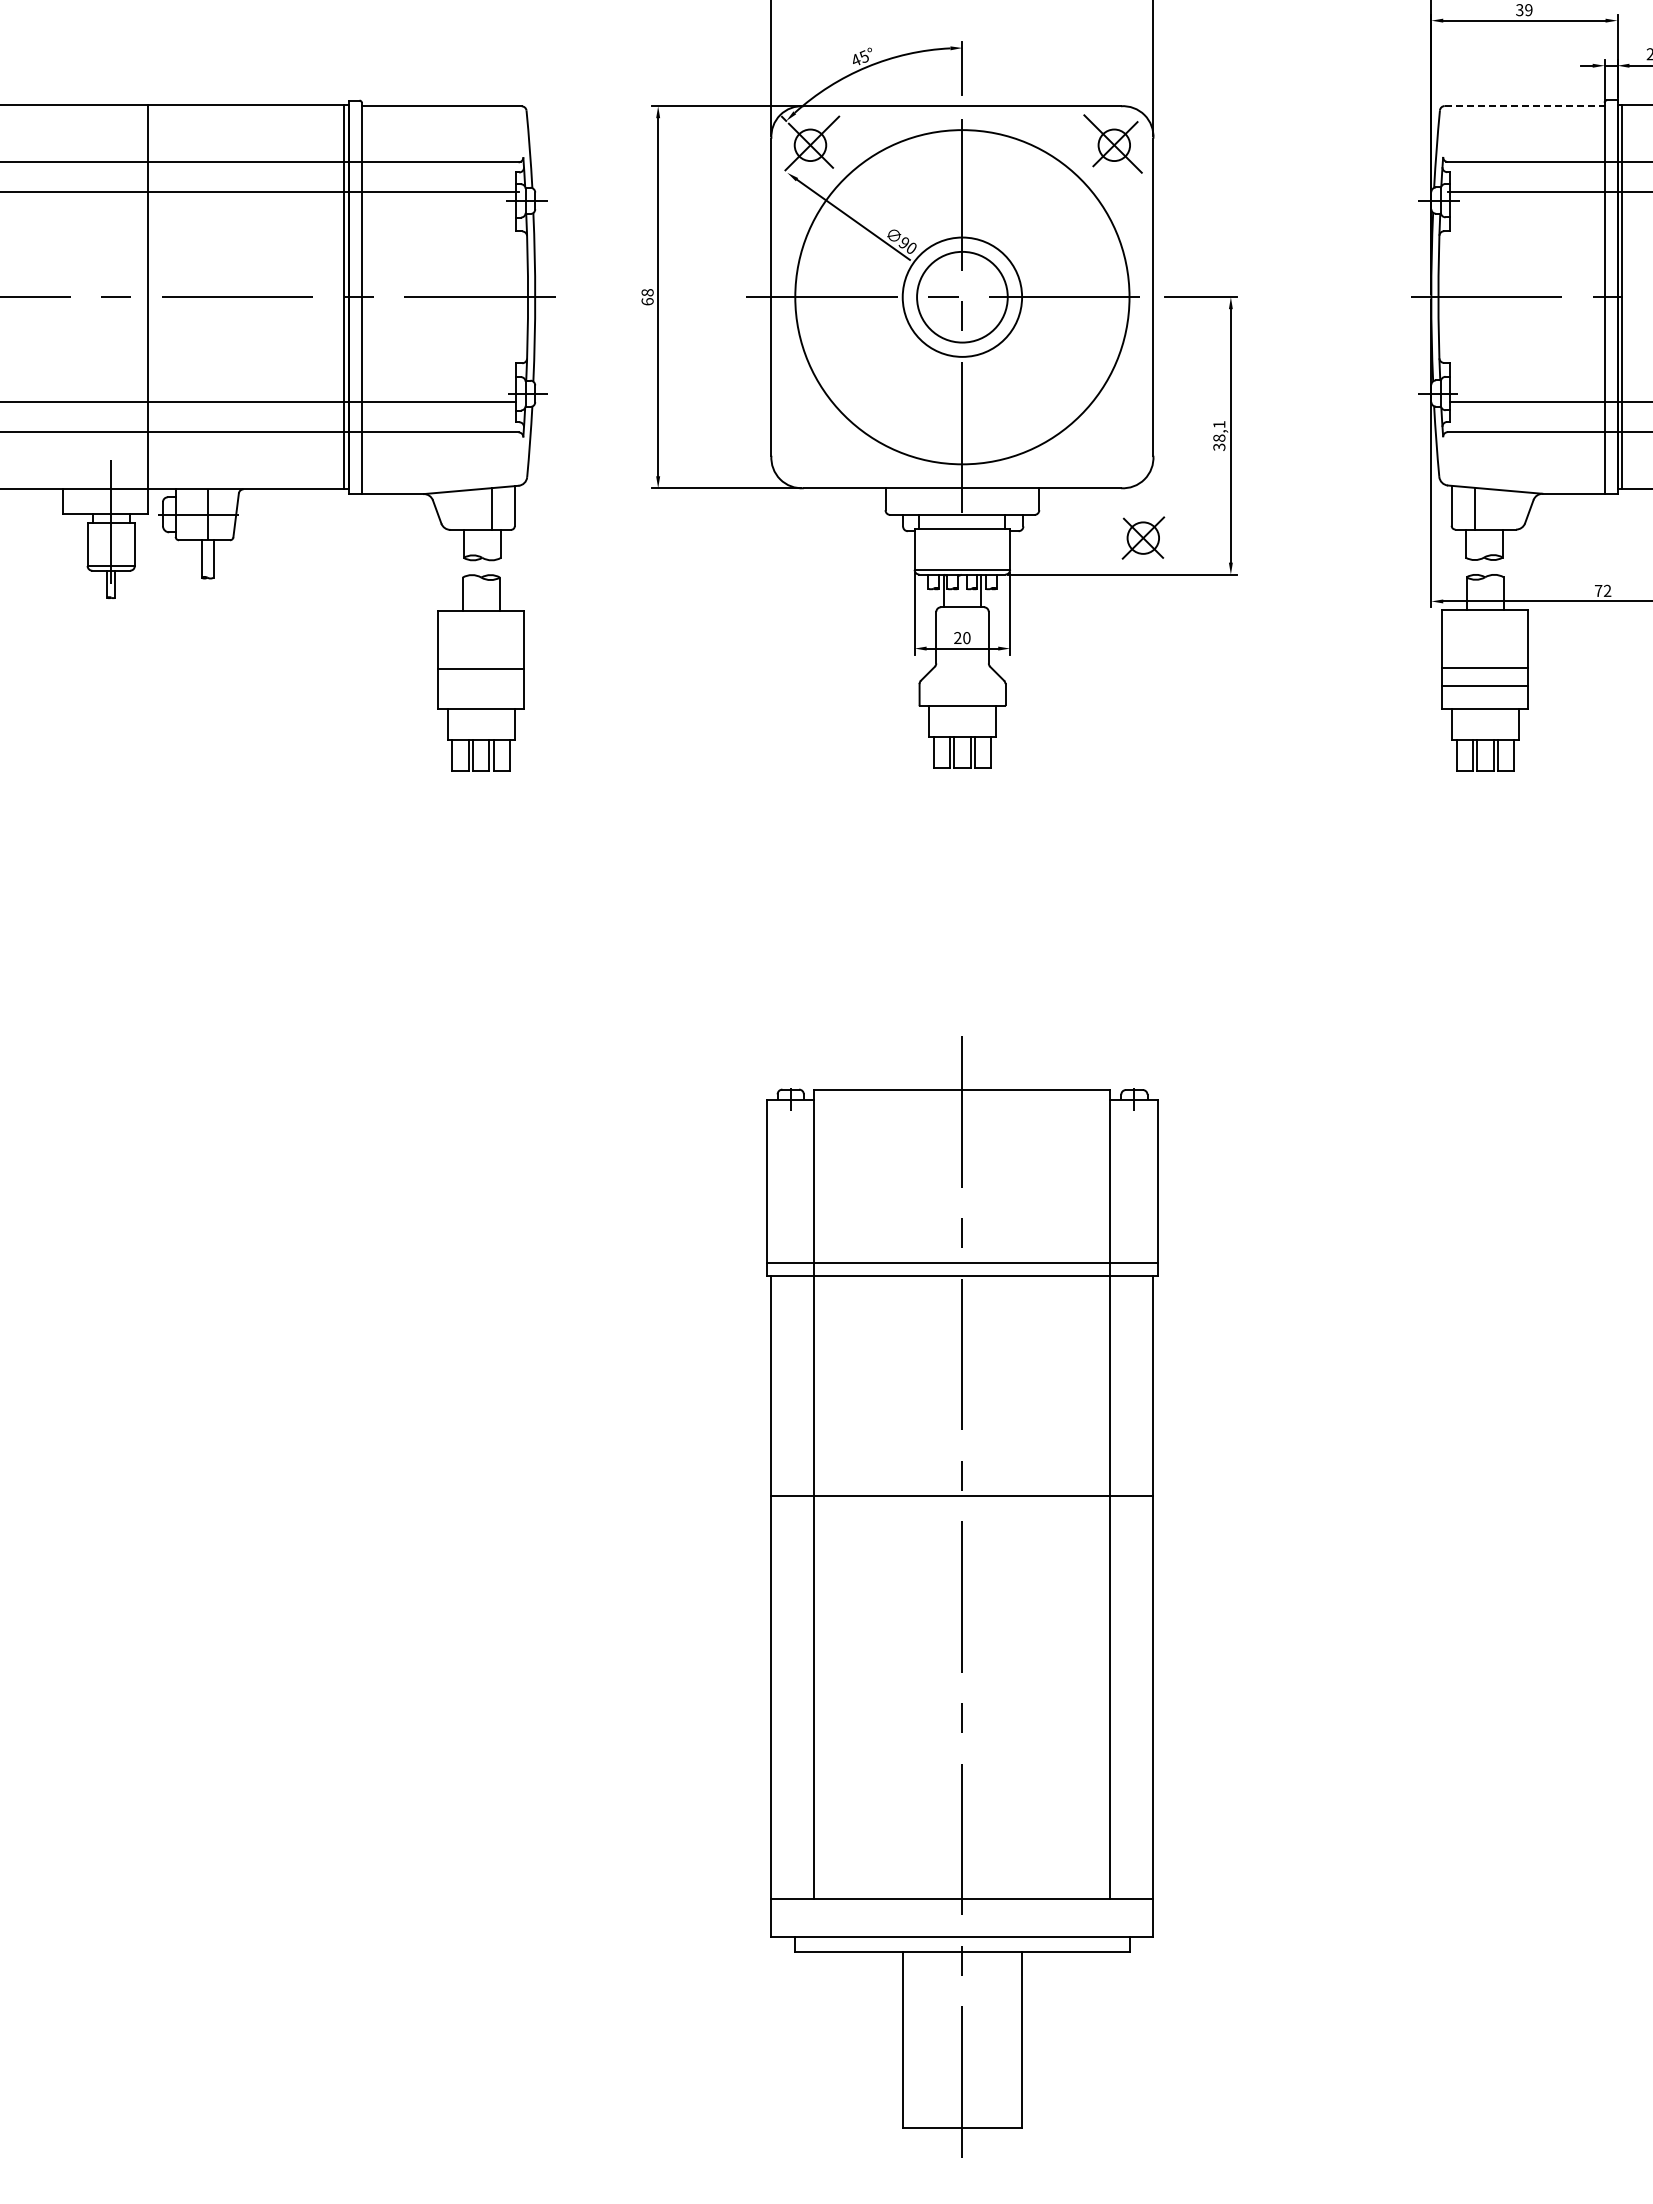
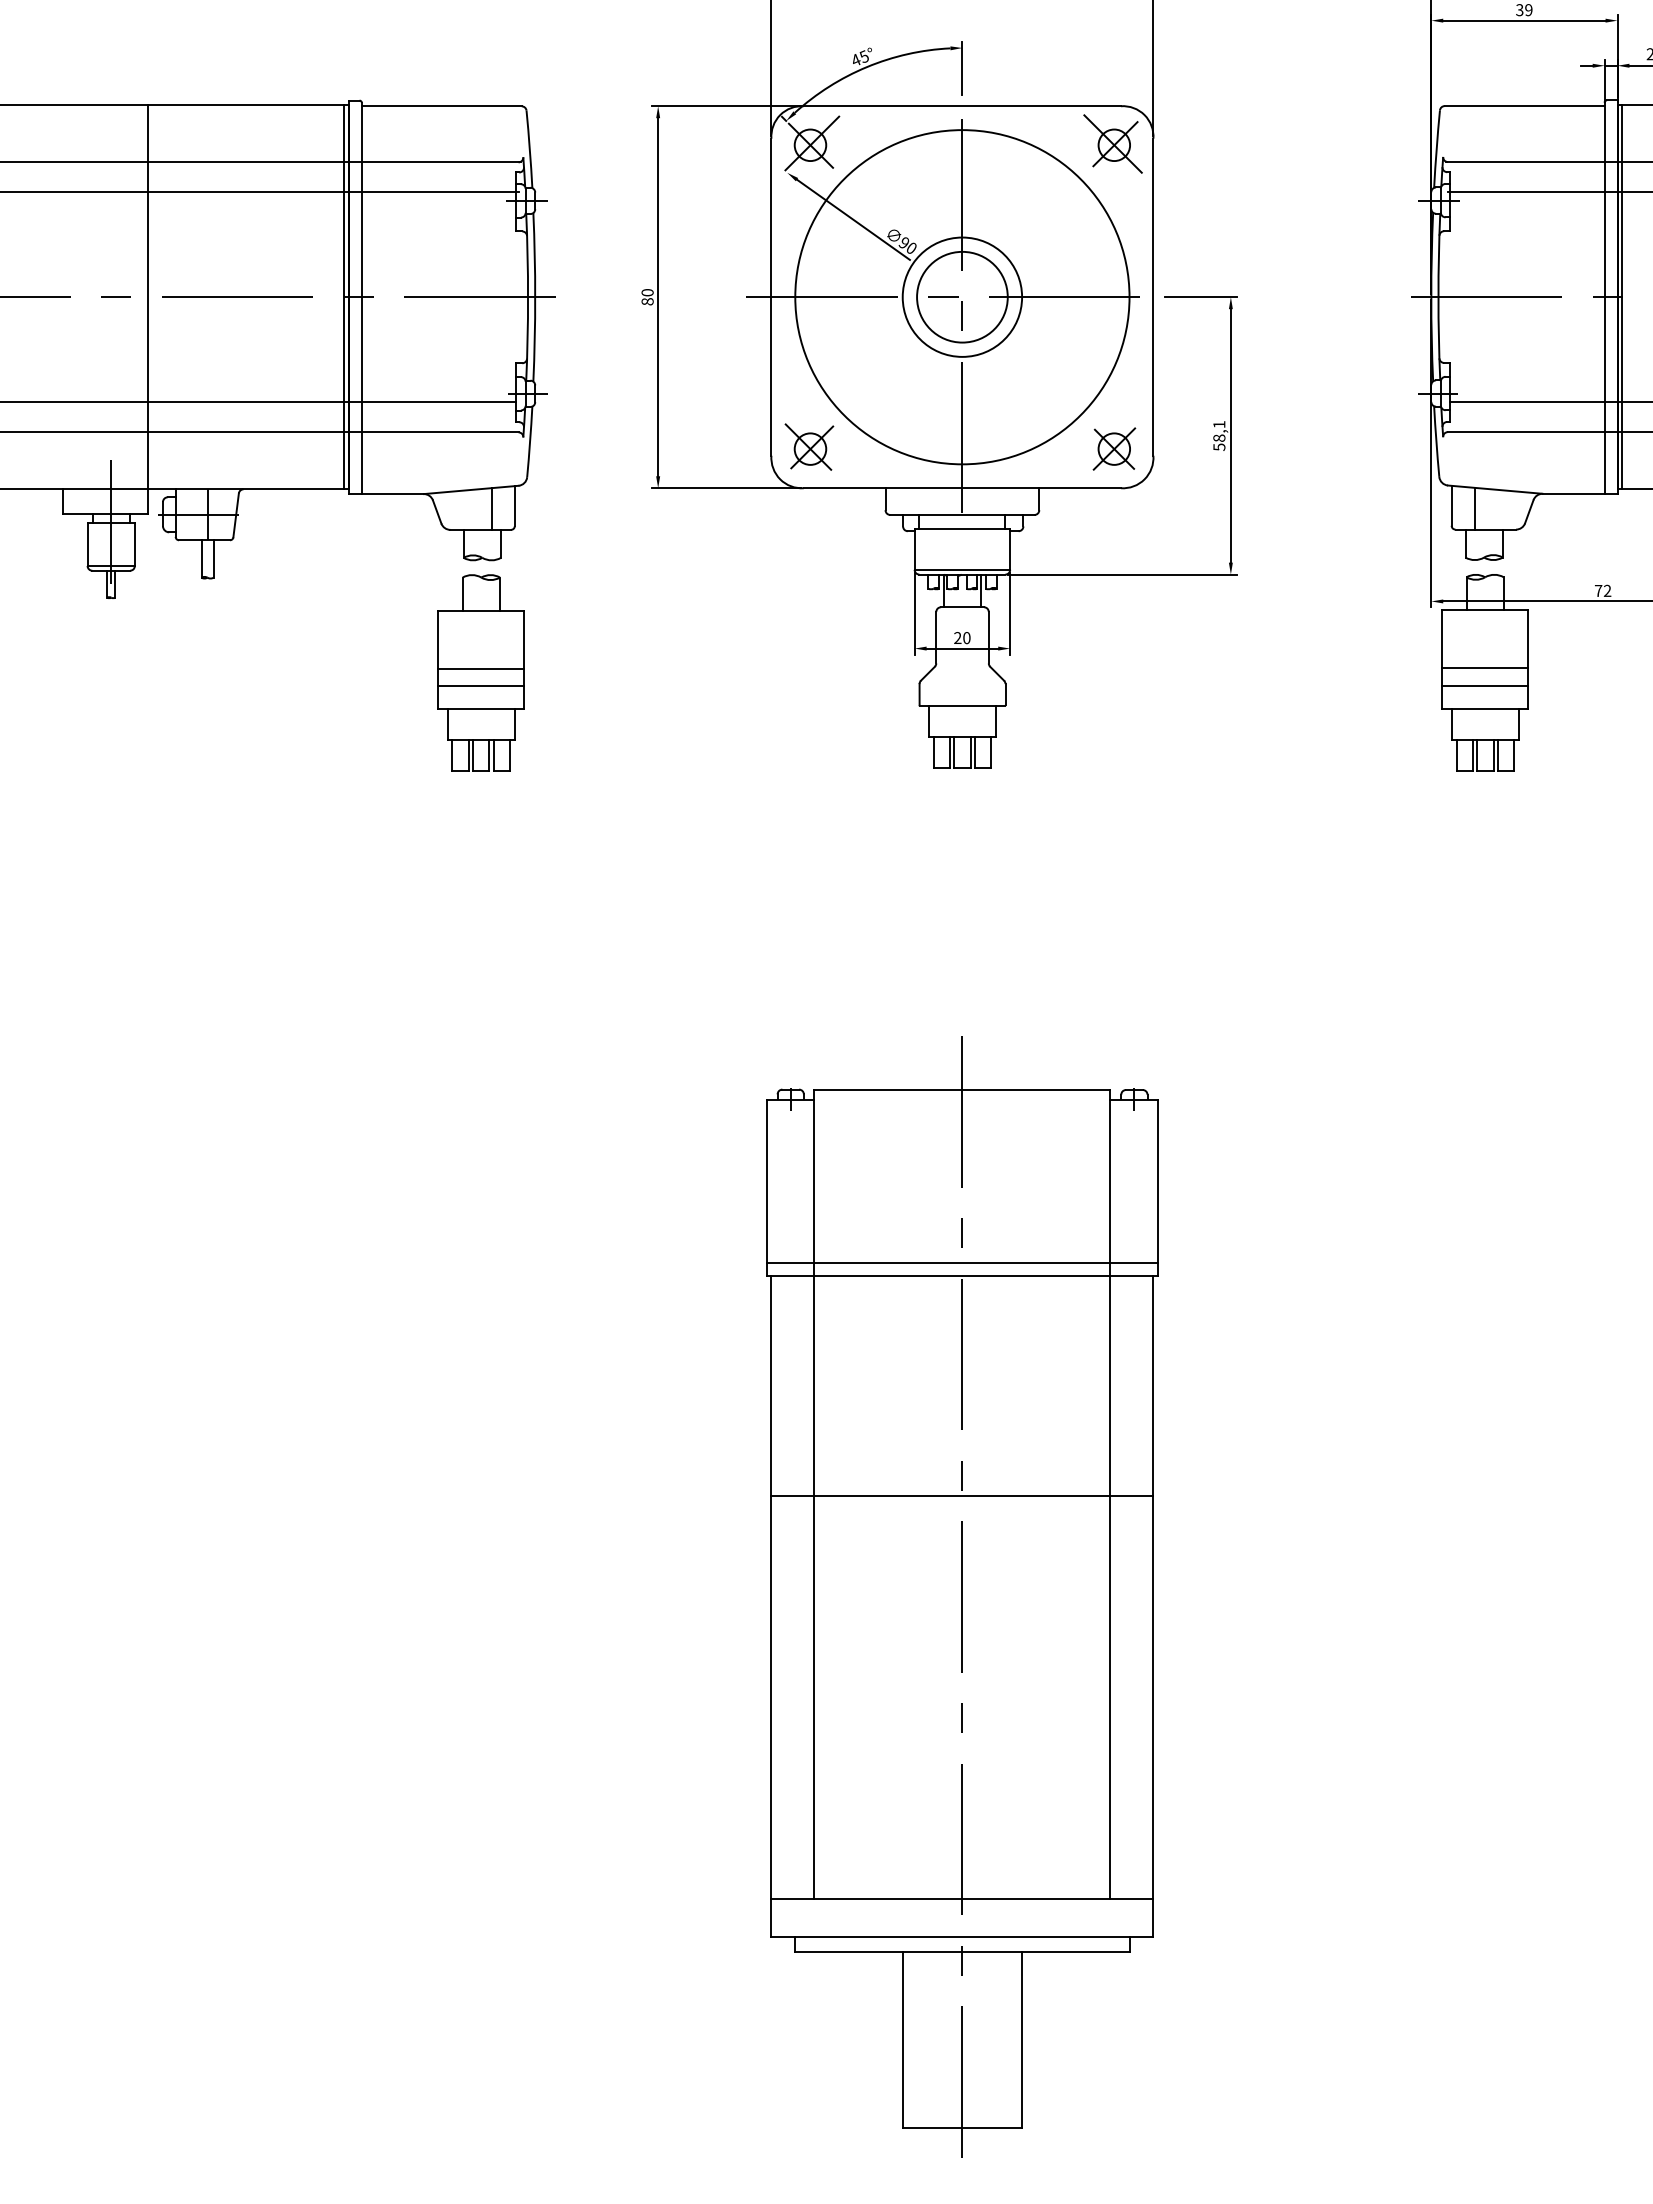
line at (1524, 106): dashed -> solid
text at (647, 297): 68 -> 80
part at (809, 446): none -> present
text at (1218, 446): 38,1 -> 58,1
part at (1143, 537) position: (1143, 537) -> (1114, 448)
line at (481, 685): none -> present
